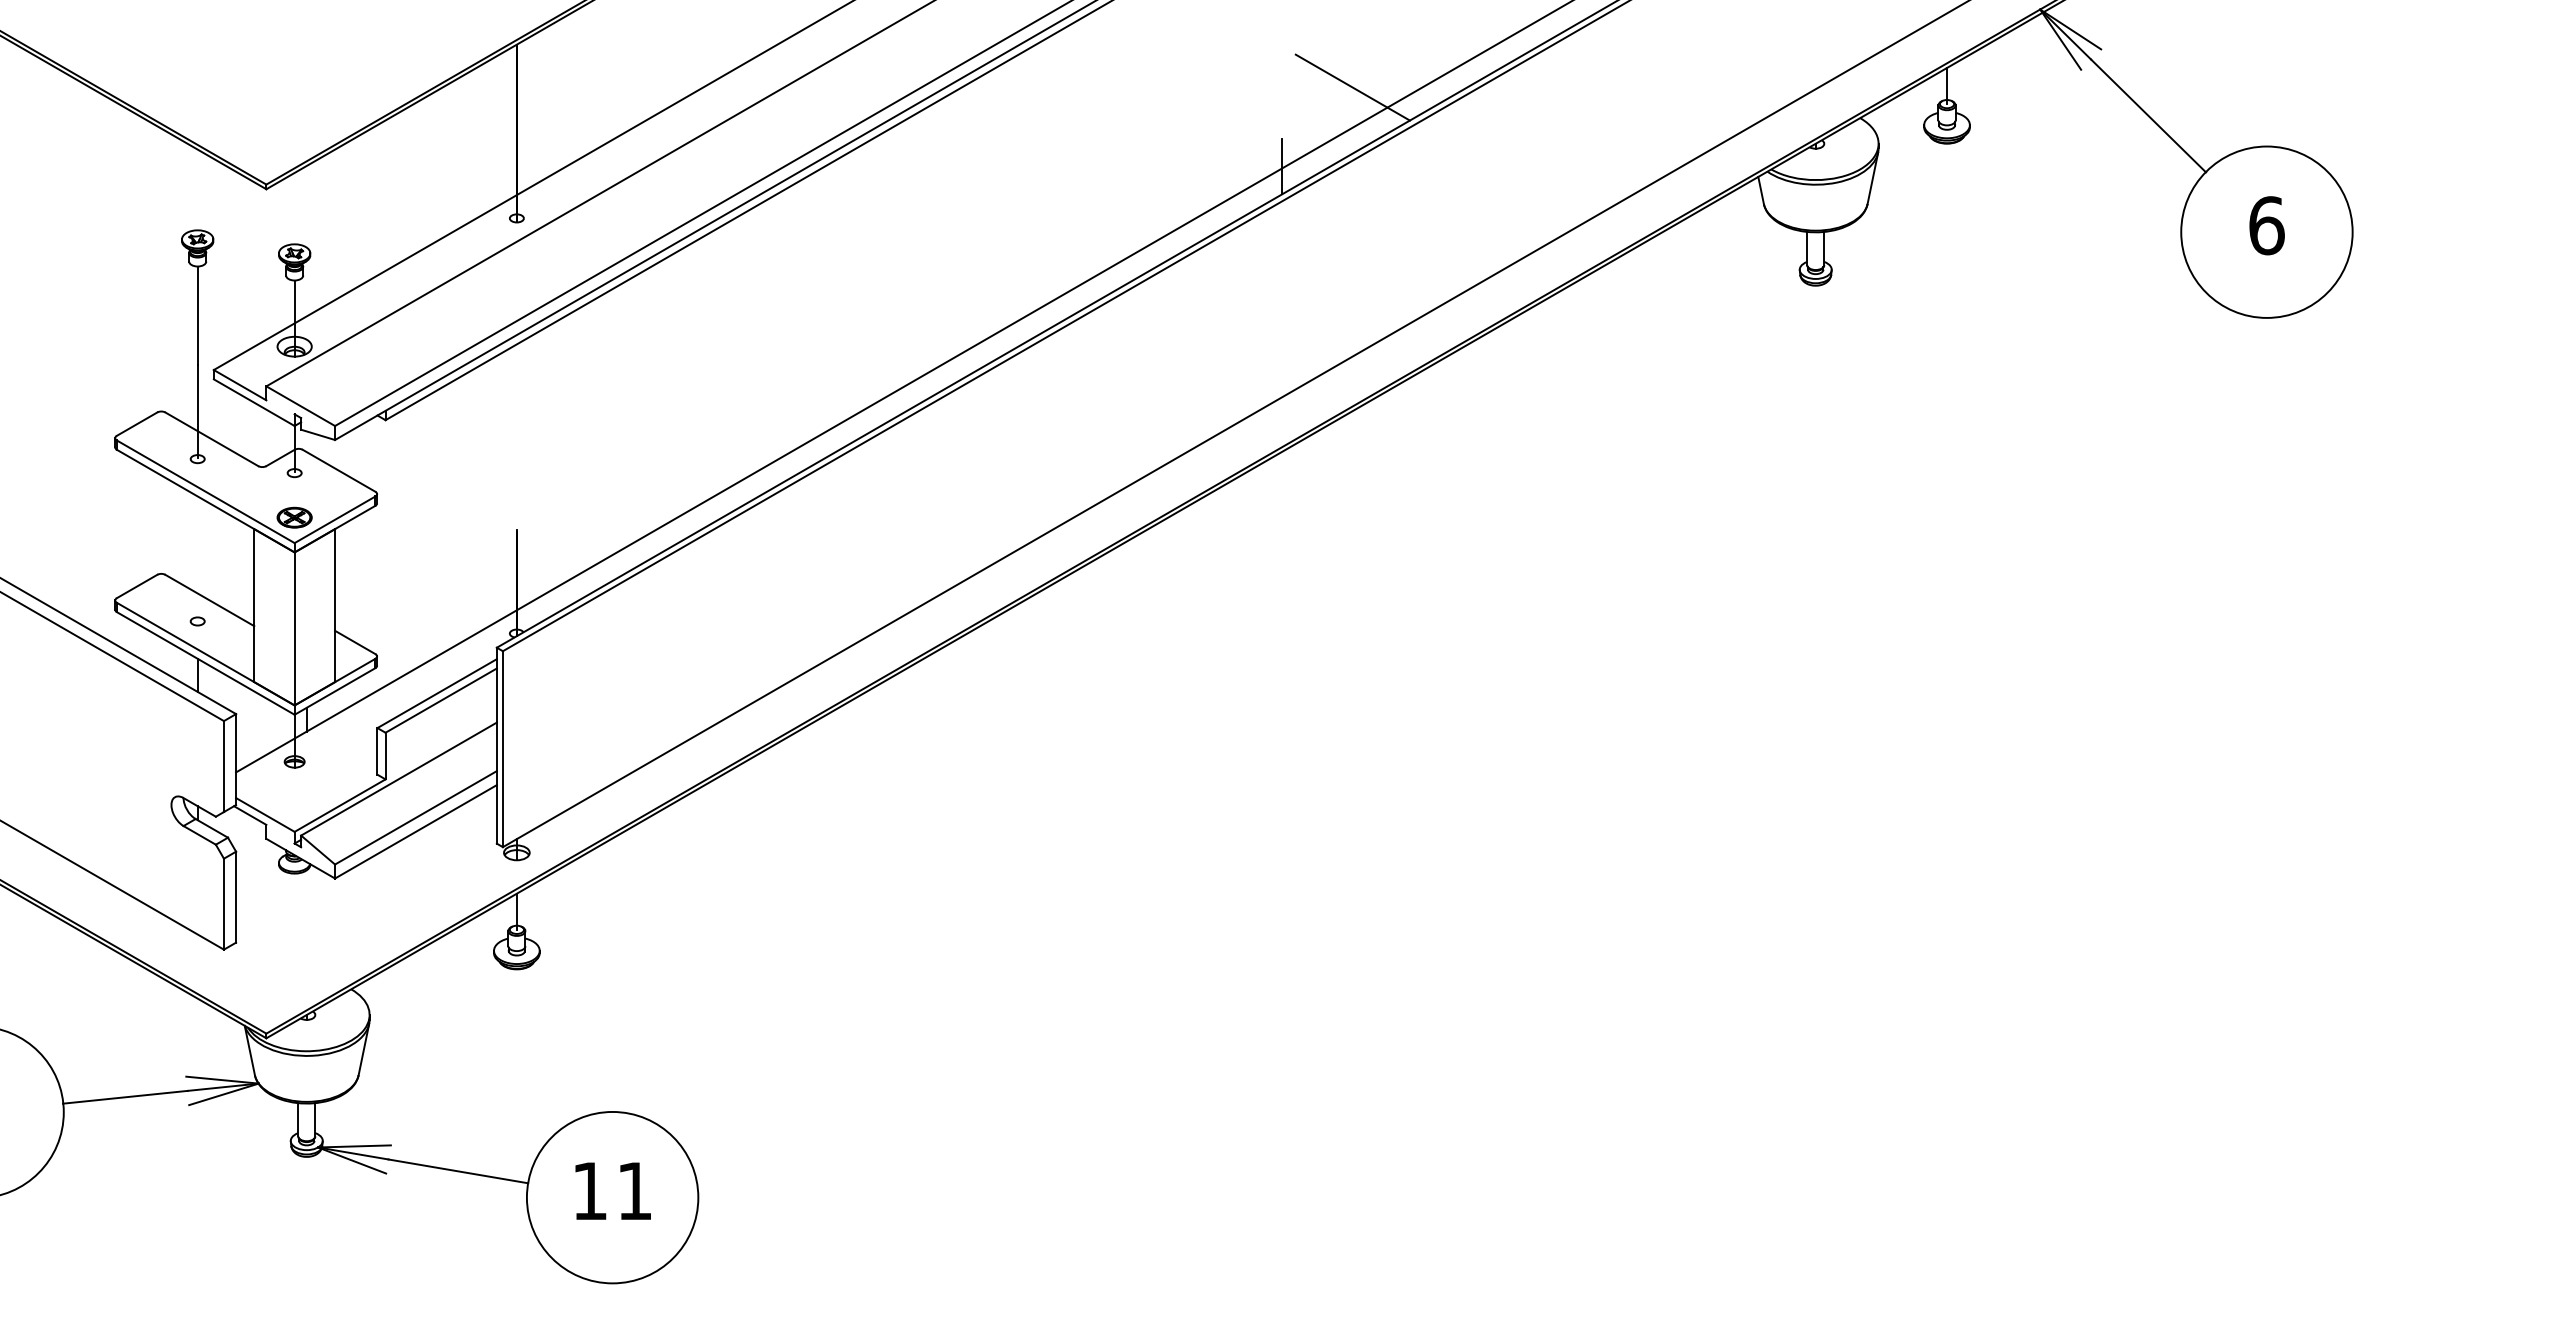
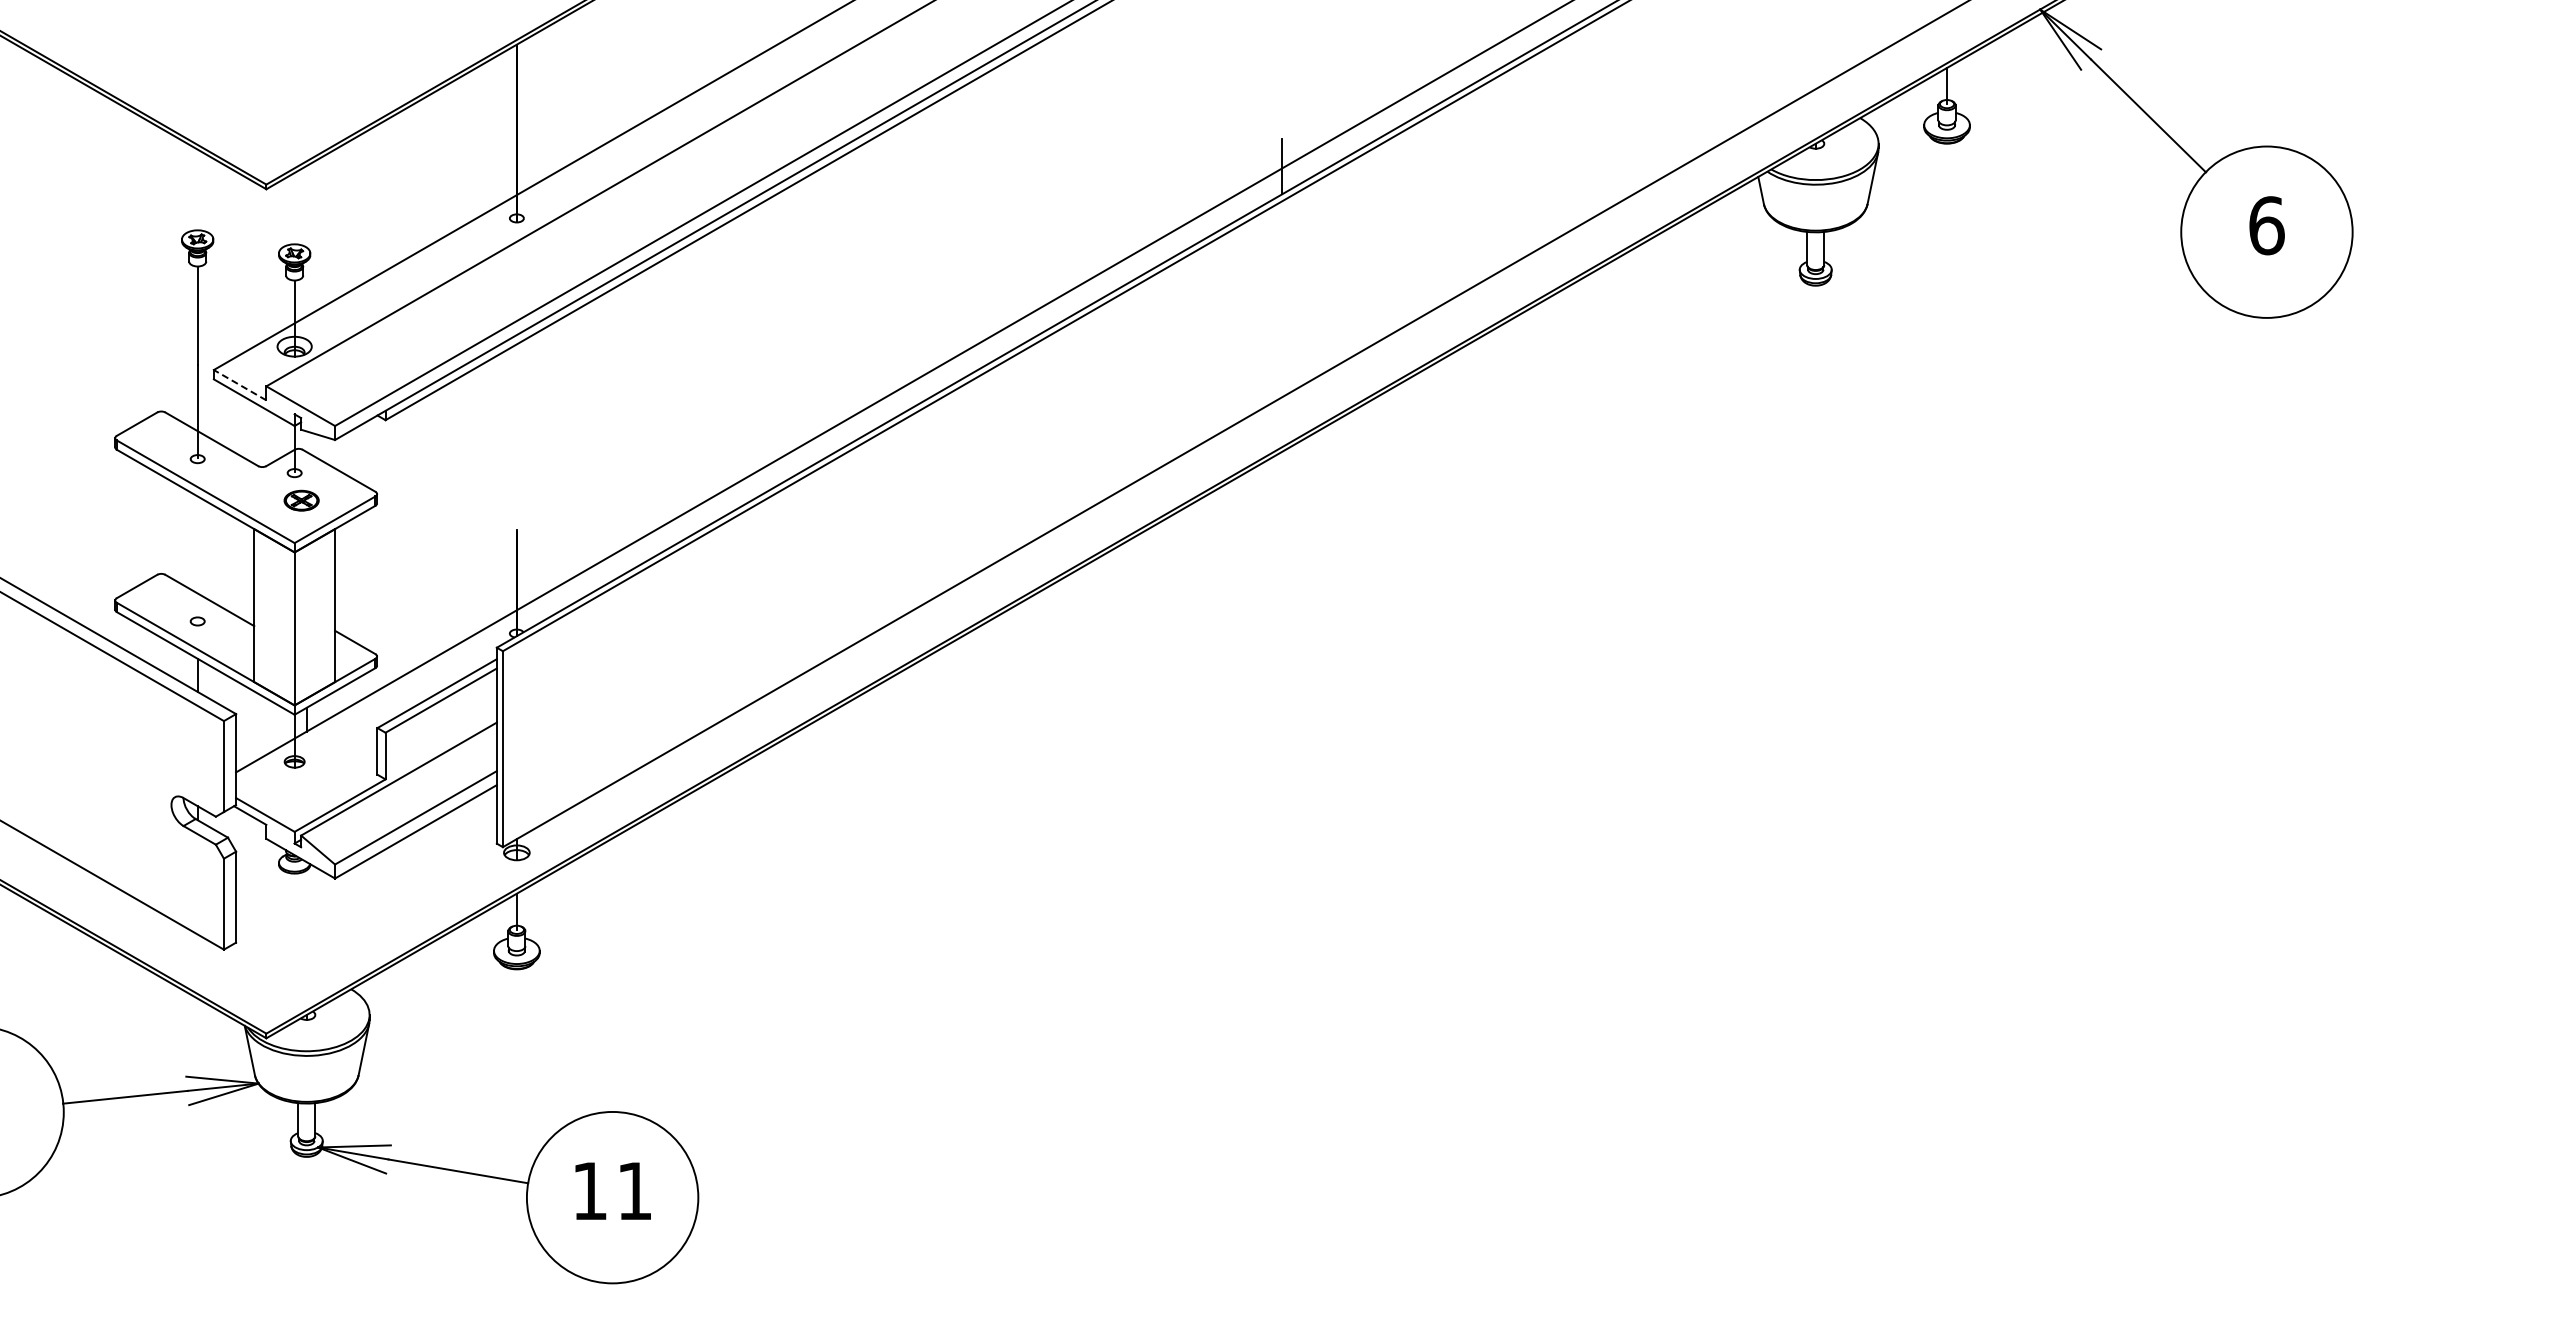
line at (1352, 87): present -> none
line at (239, 384): solid -> dashed
part at (294, 517) position: (294, 517) -> (301, 500)
